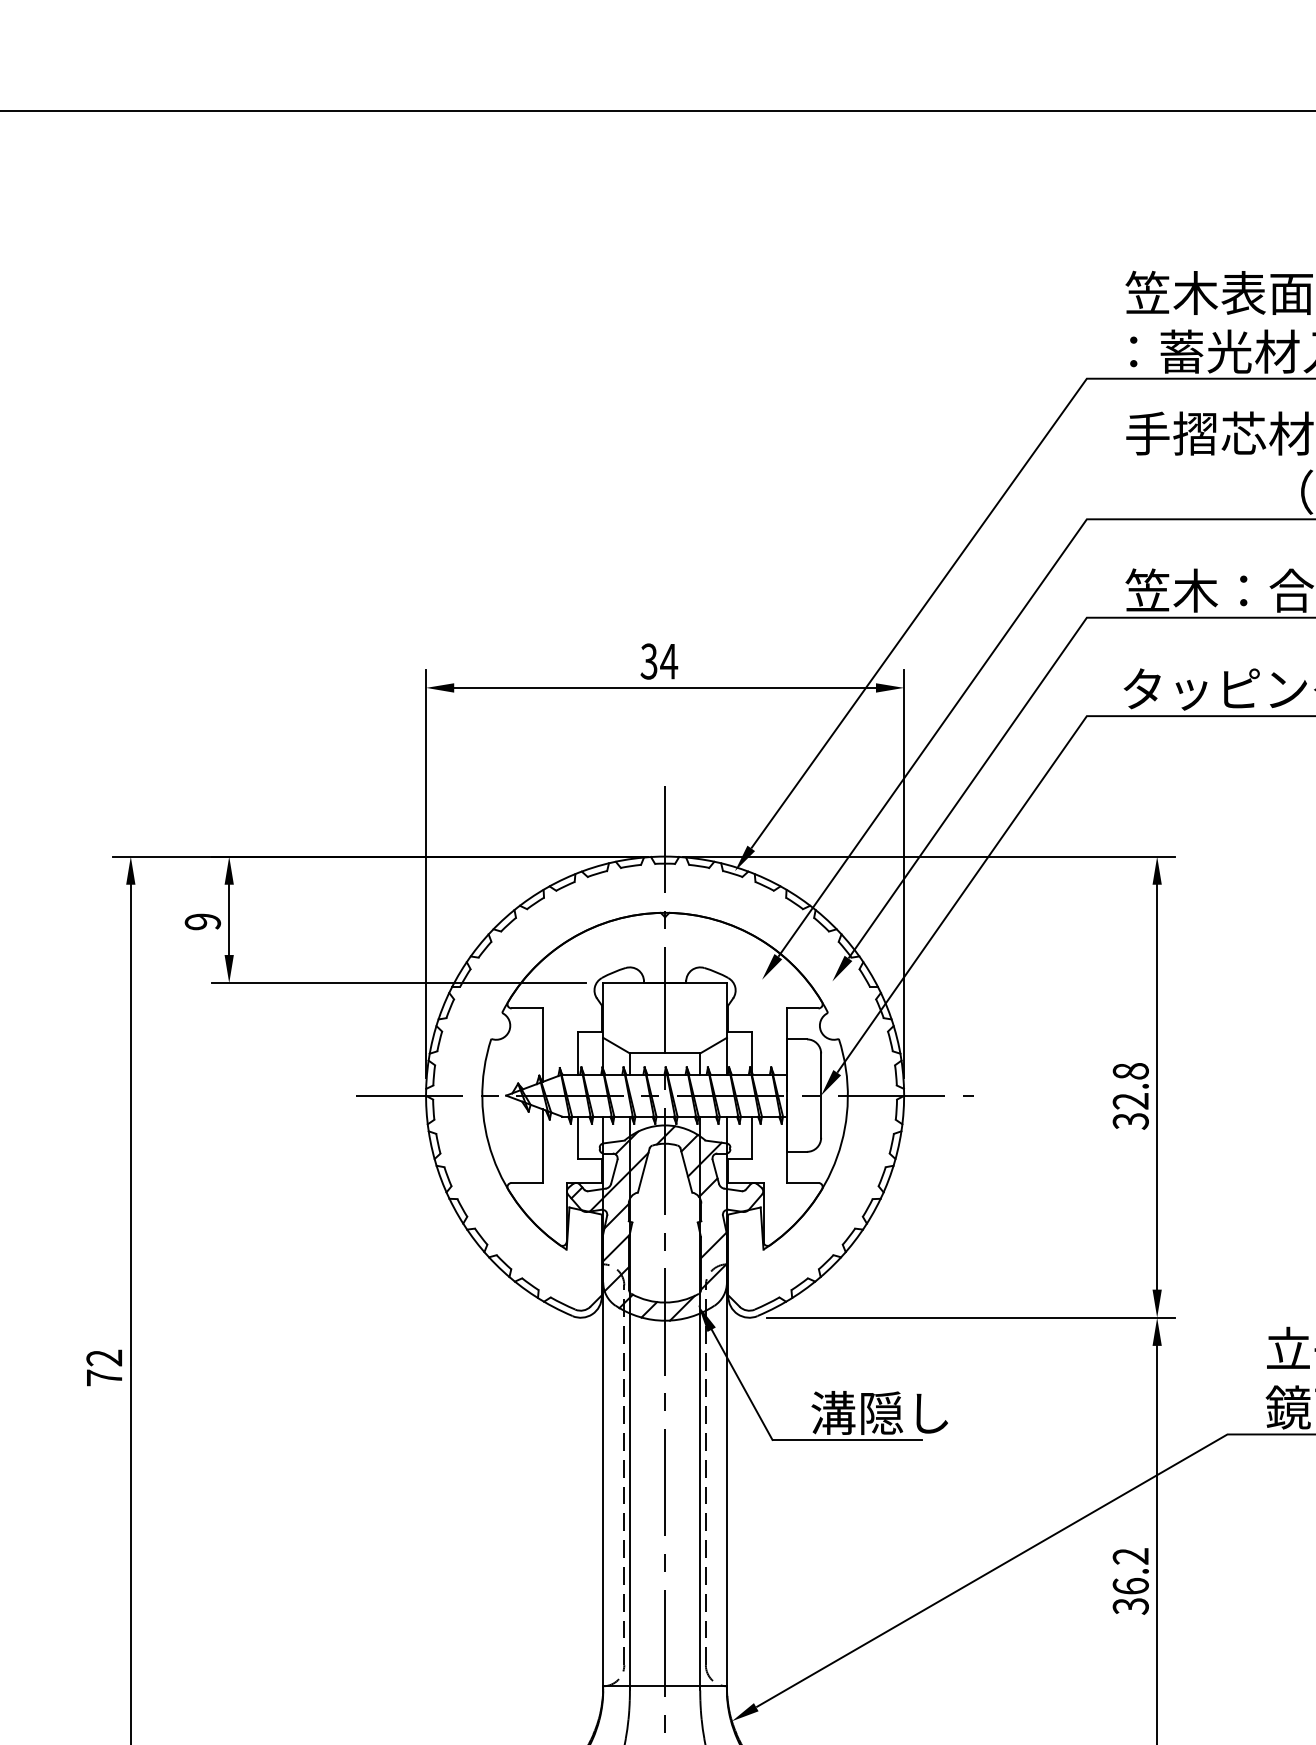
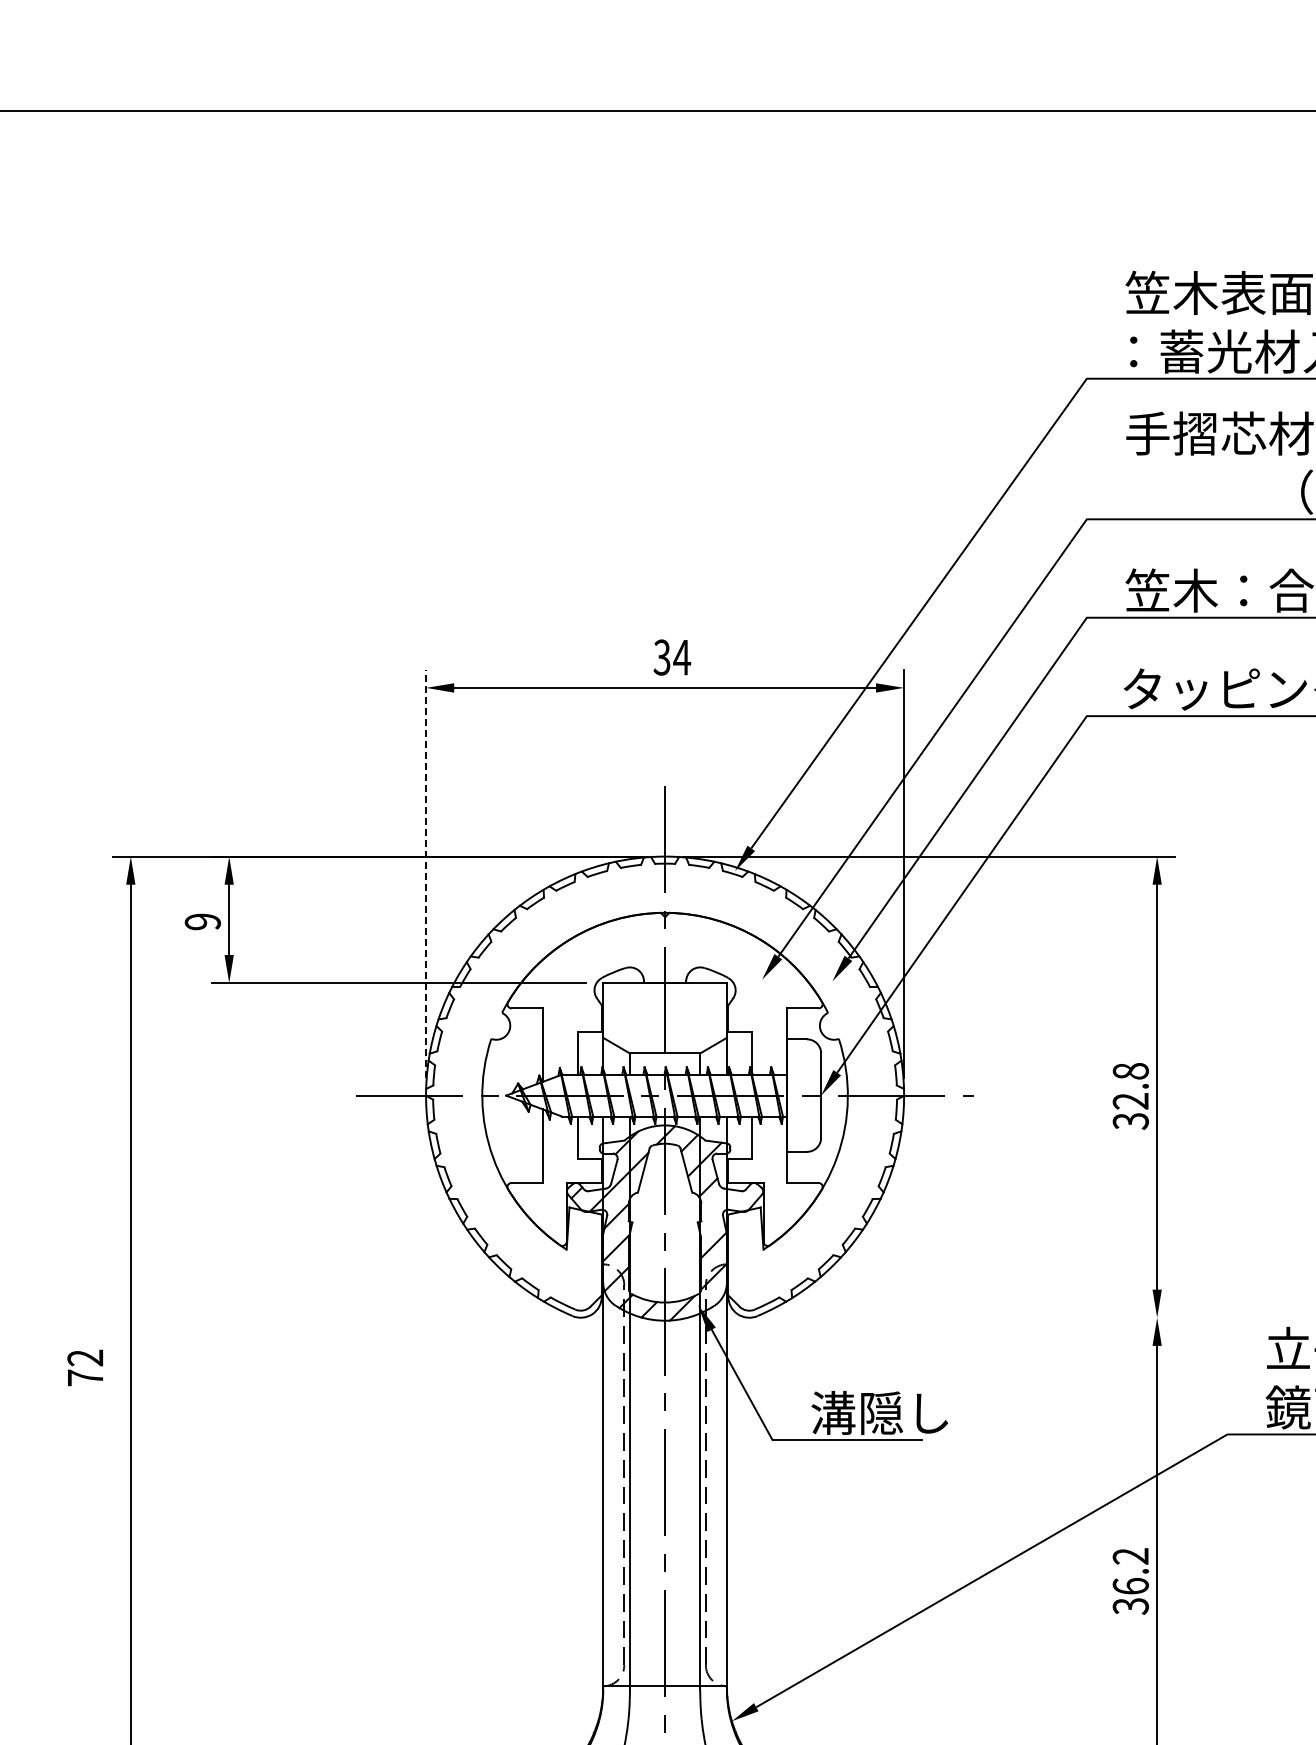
text at (659, 661) position: (659, 661) -> (672, 657)
line at (426, 874): solid -> dashed
line at (970, 1317): present -> none
text at (103, 1367) position: (103, 1367) -> (84, 1367)
